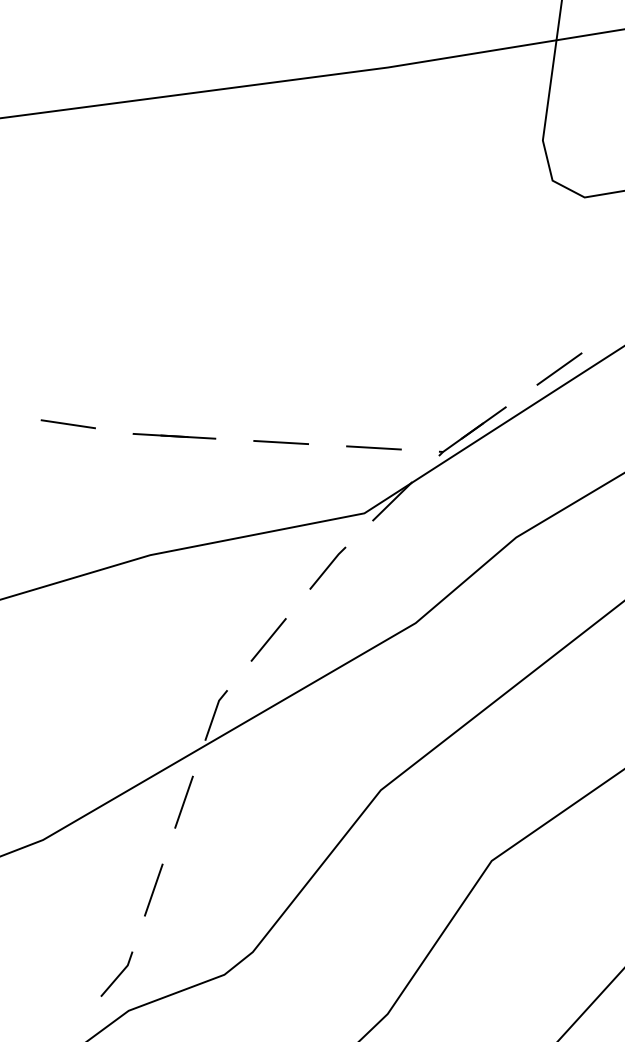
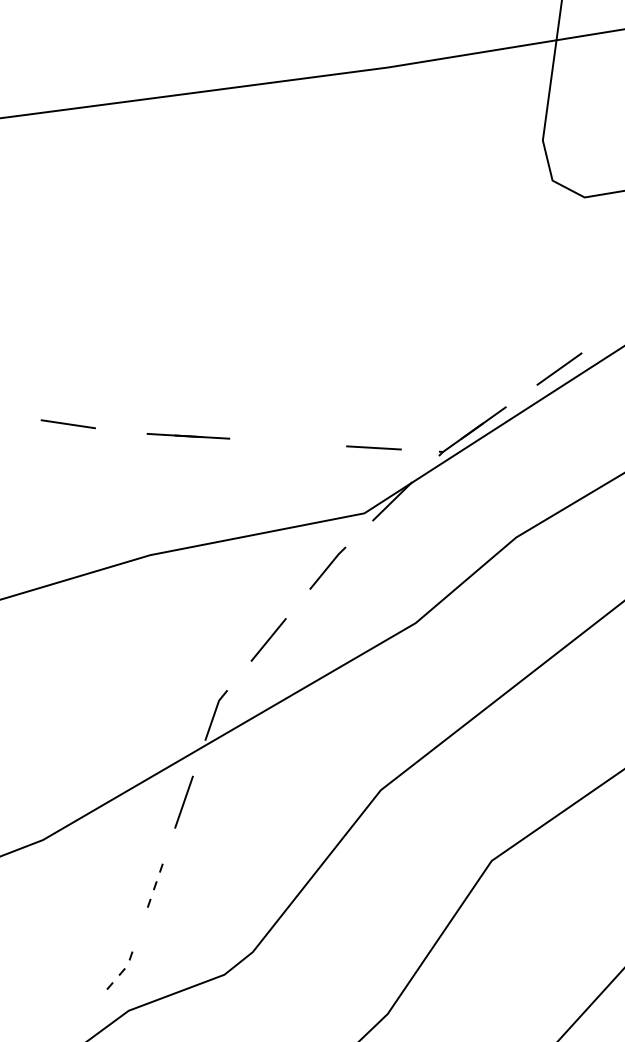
line at (174, 436) position: (174, 436) -> (188, 436)
line at (280, 442): present -> none
line at (153, 890): solid -> dashed
line at (119, 975): solid -> dashed
